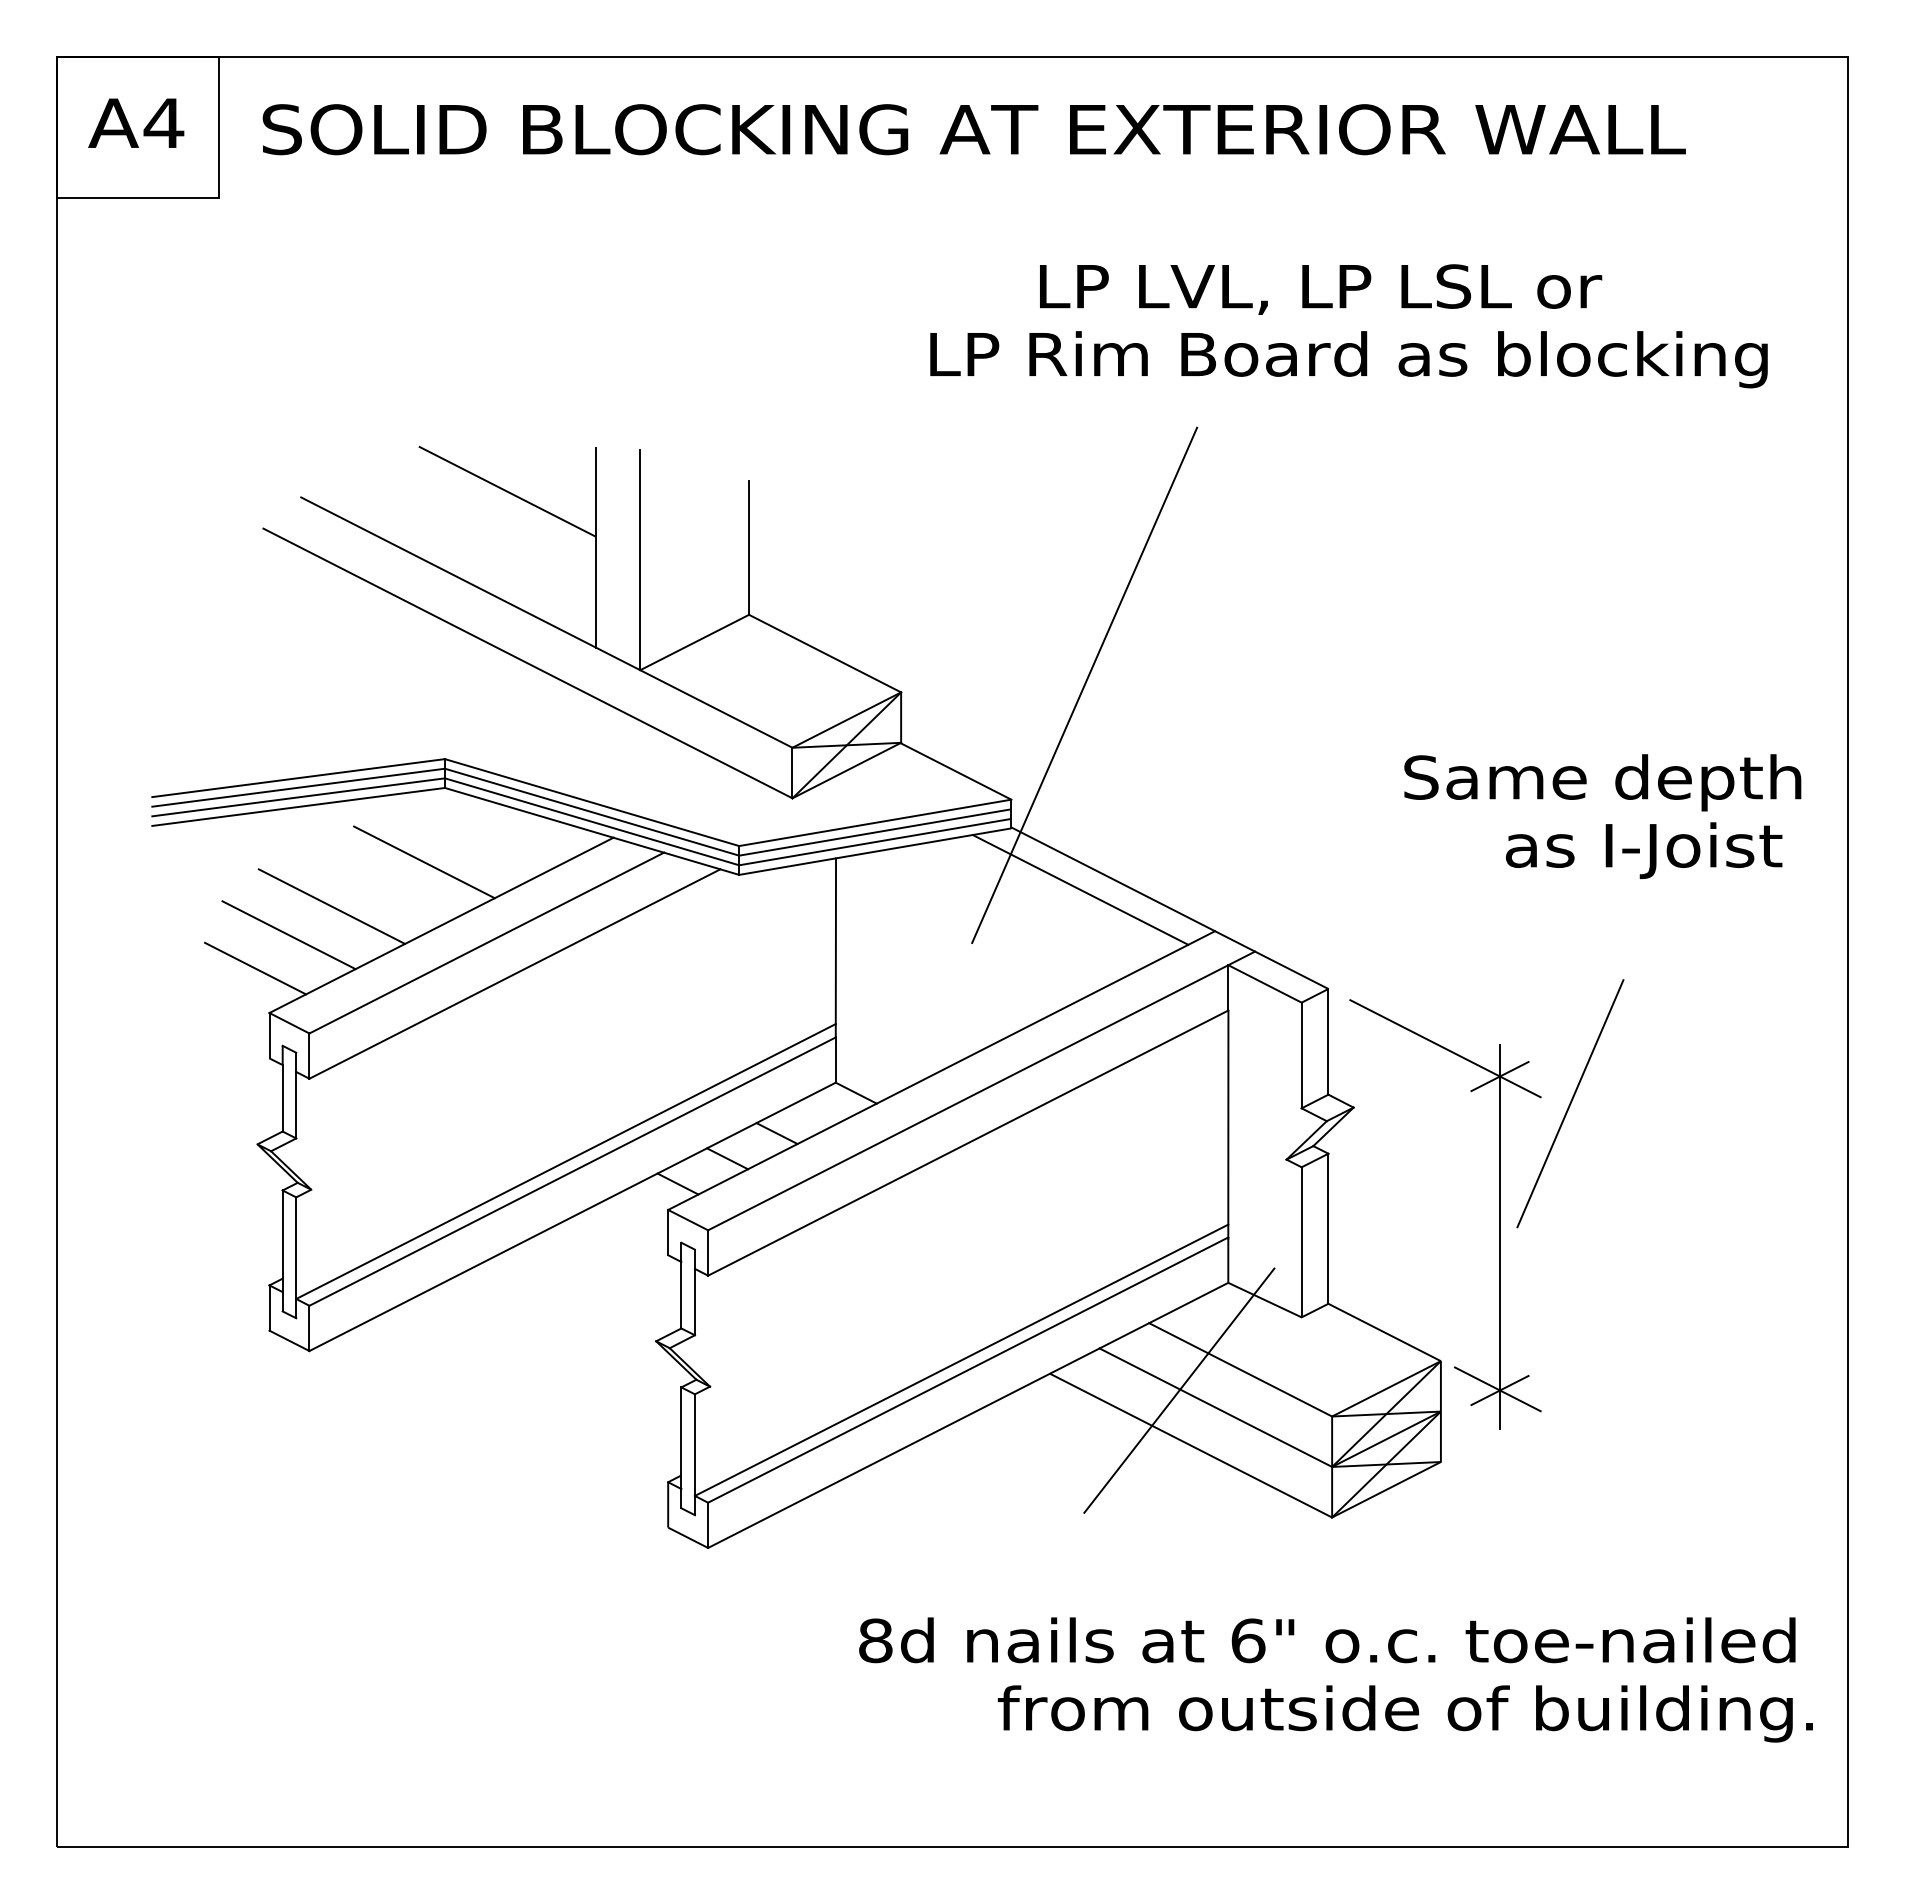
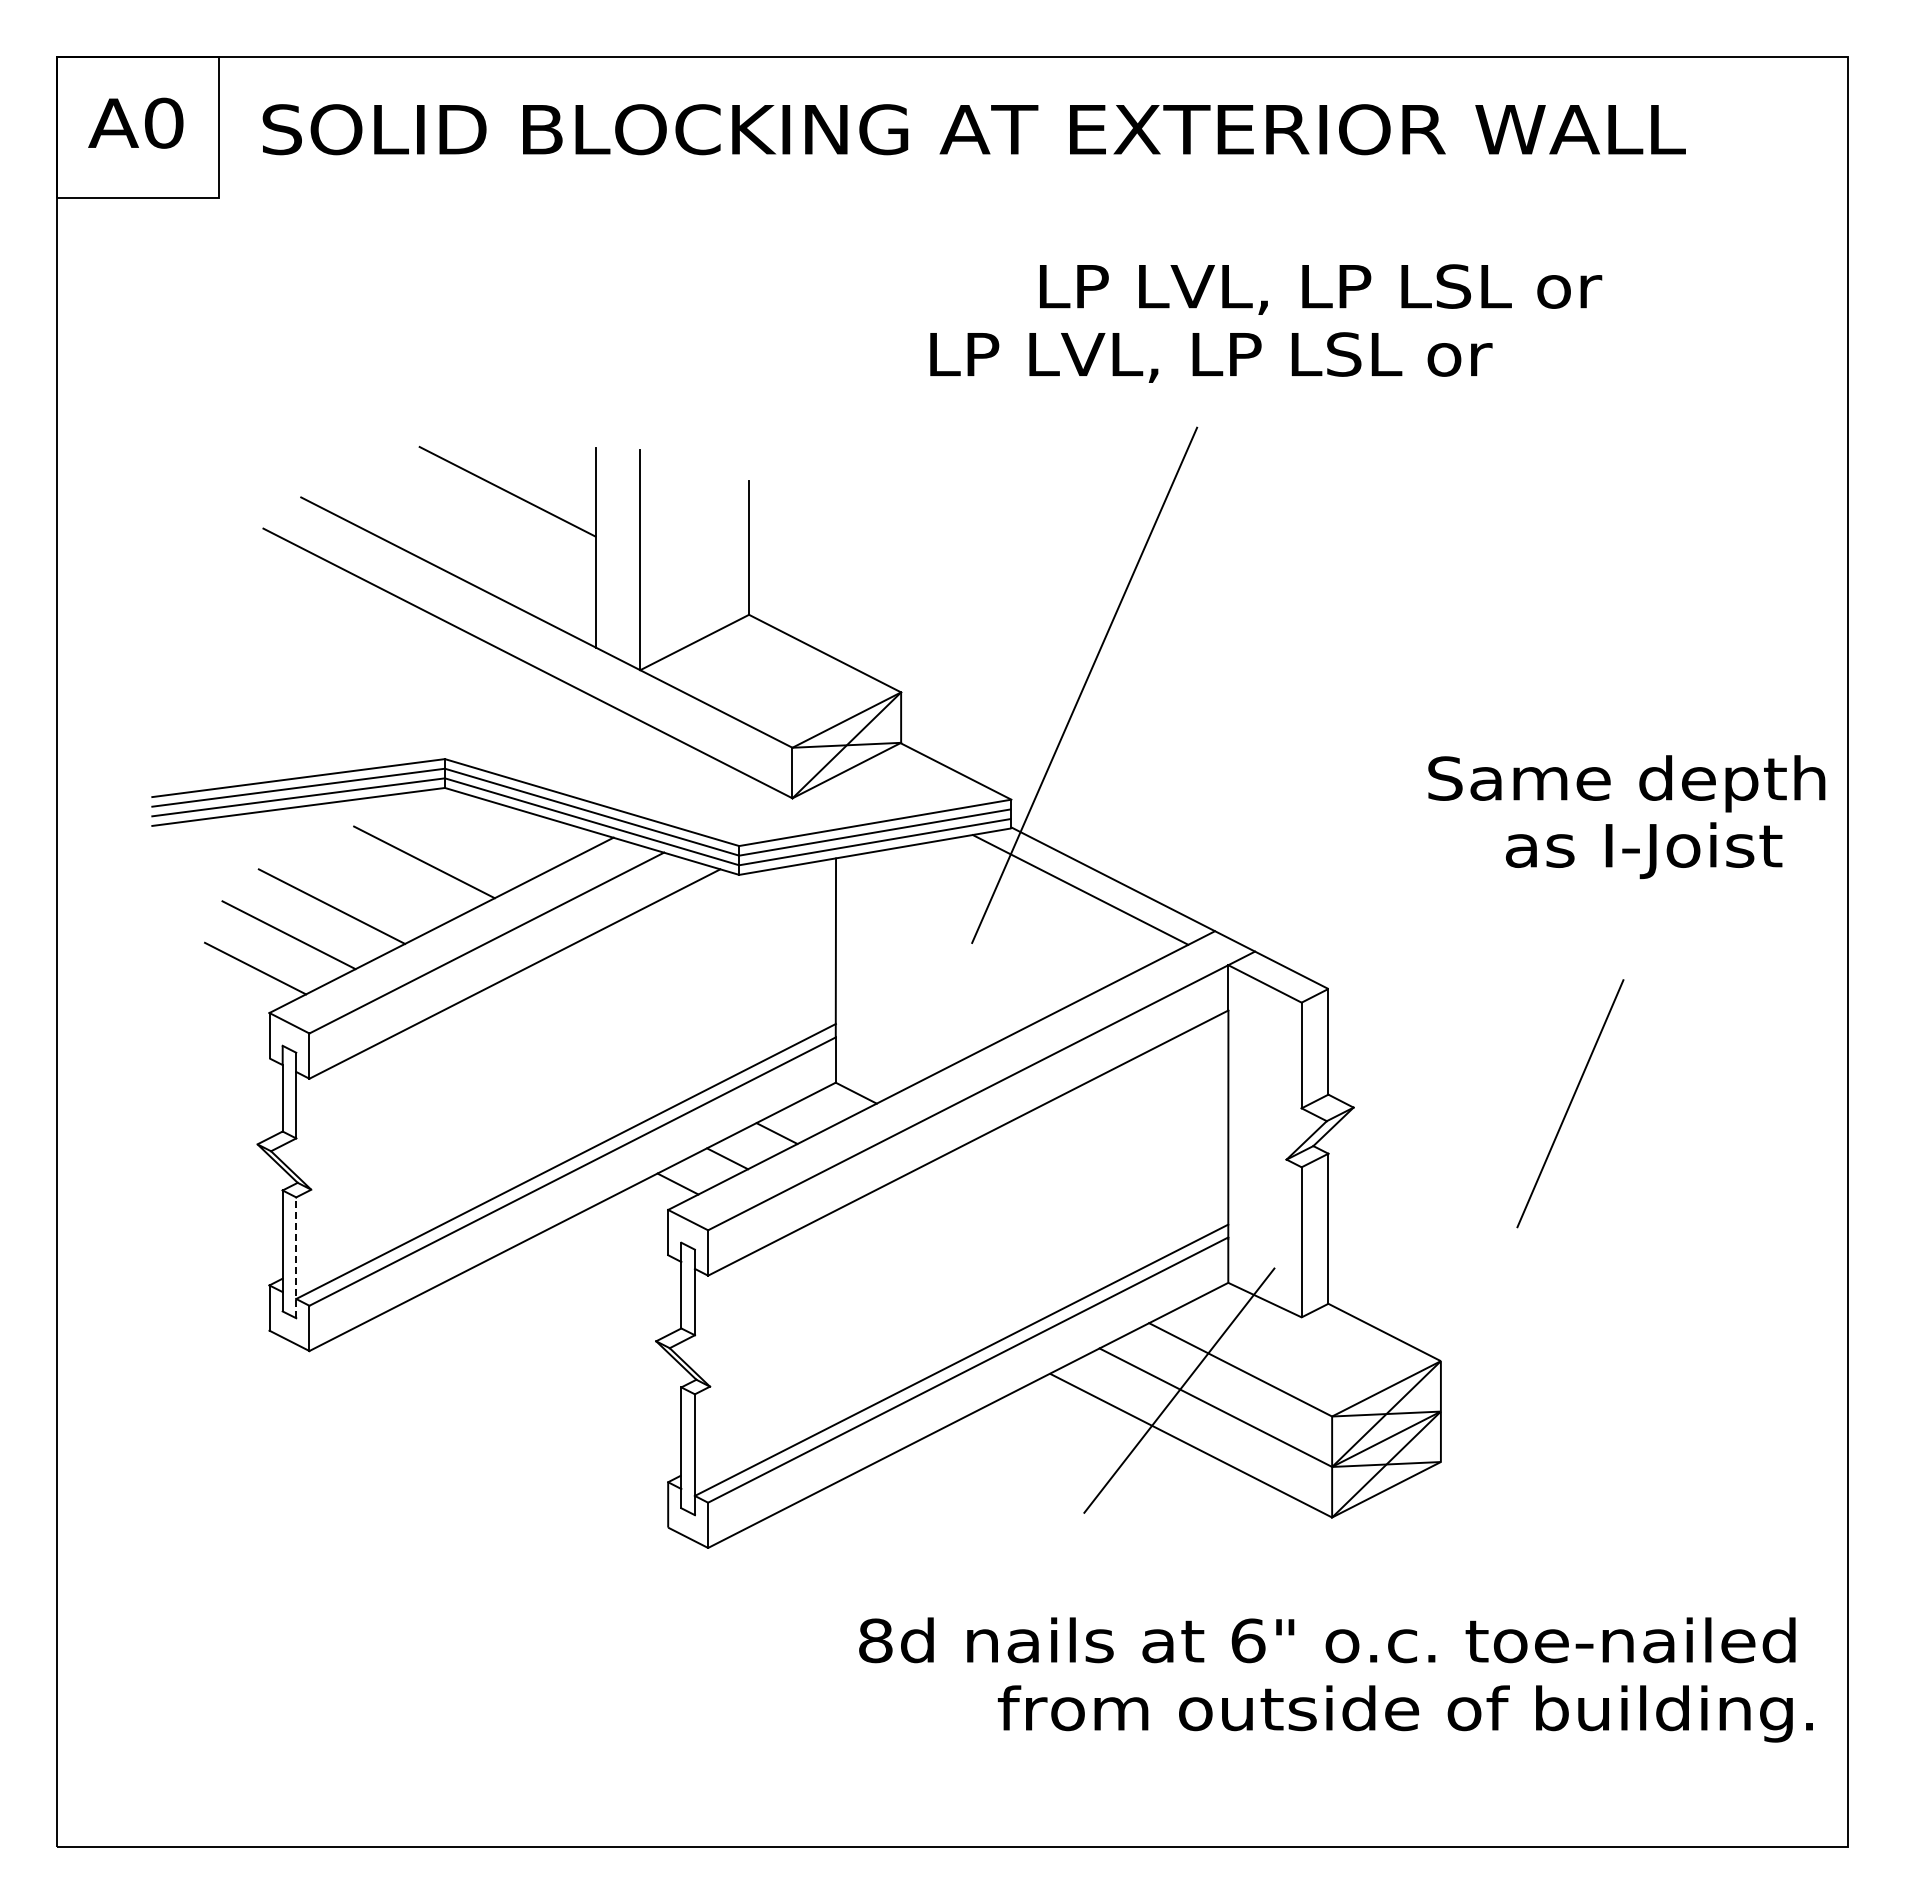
text at (163, 122): A4 -> A0
text at (1401, 359): LP Rim Board as blocking -> LP LVL, LP LSL or
text at (1602, 782) position: (1602, 782) -> (1626, 783)
part at (1499, 1214): present -> none
line at (296, 1257): solid -> dashed
